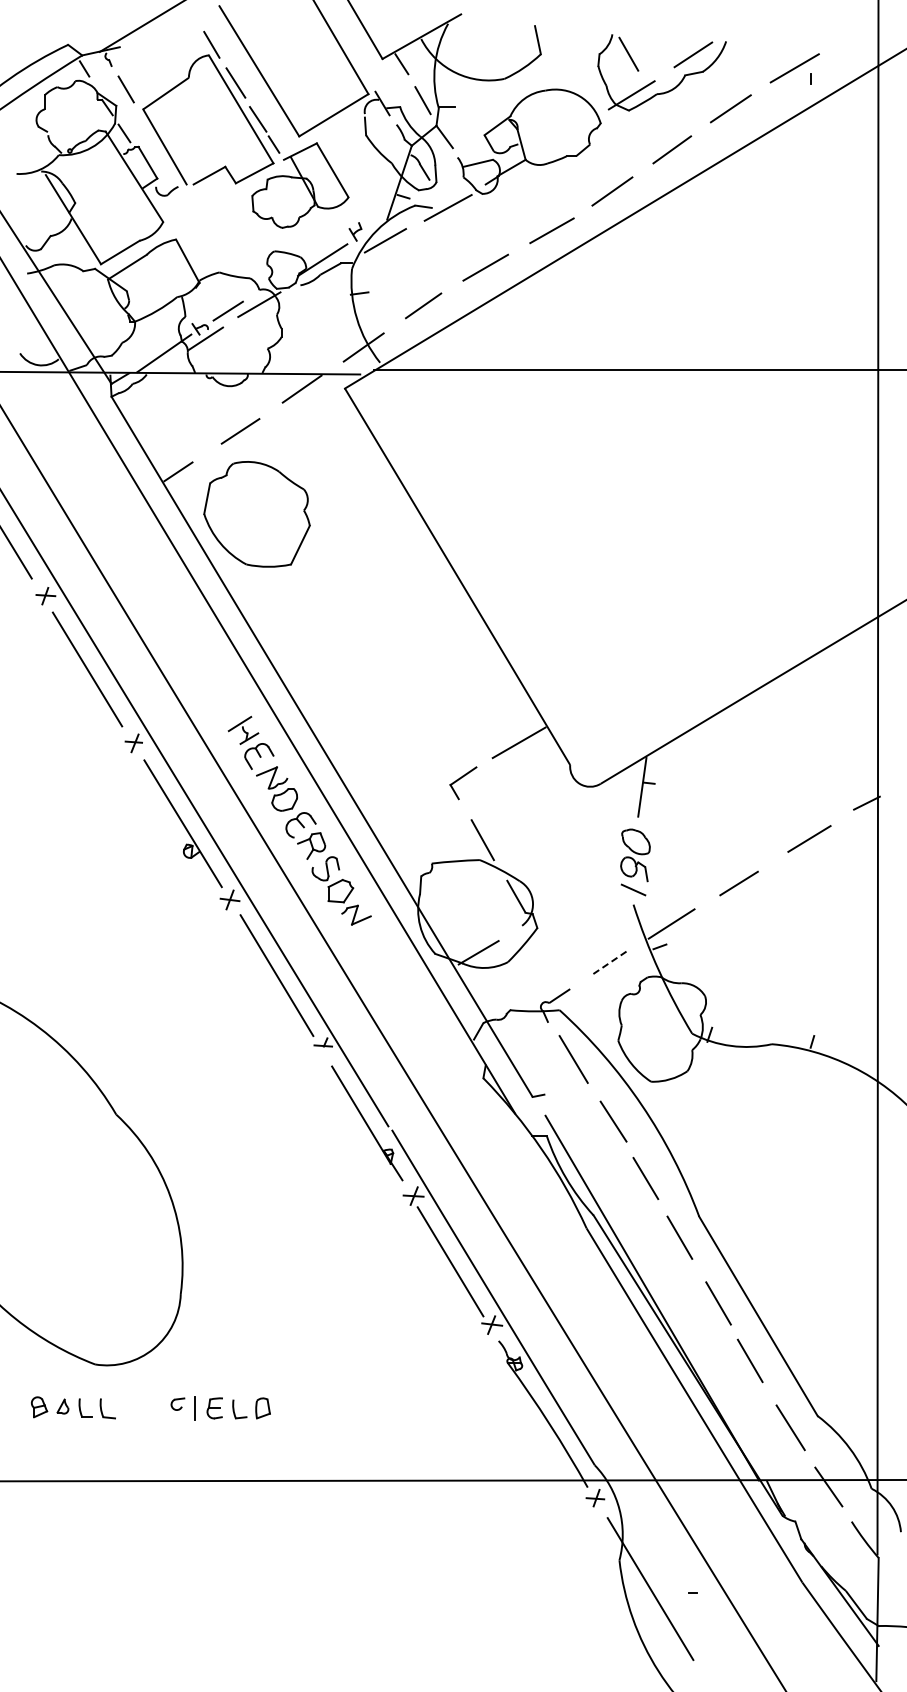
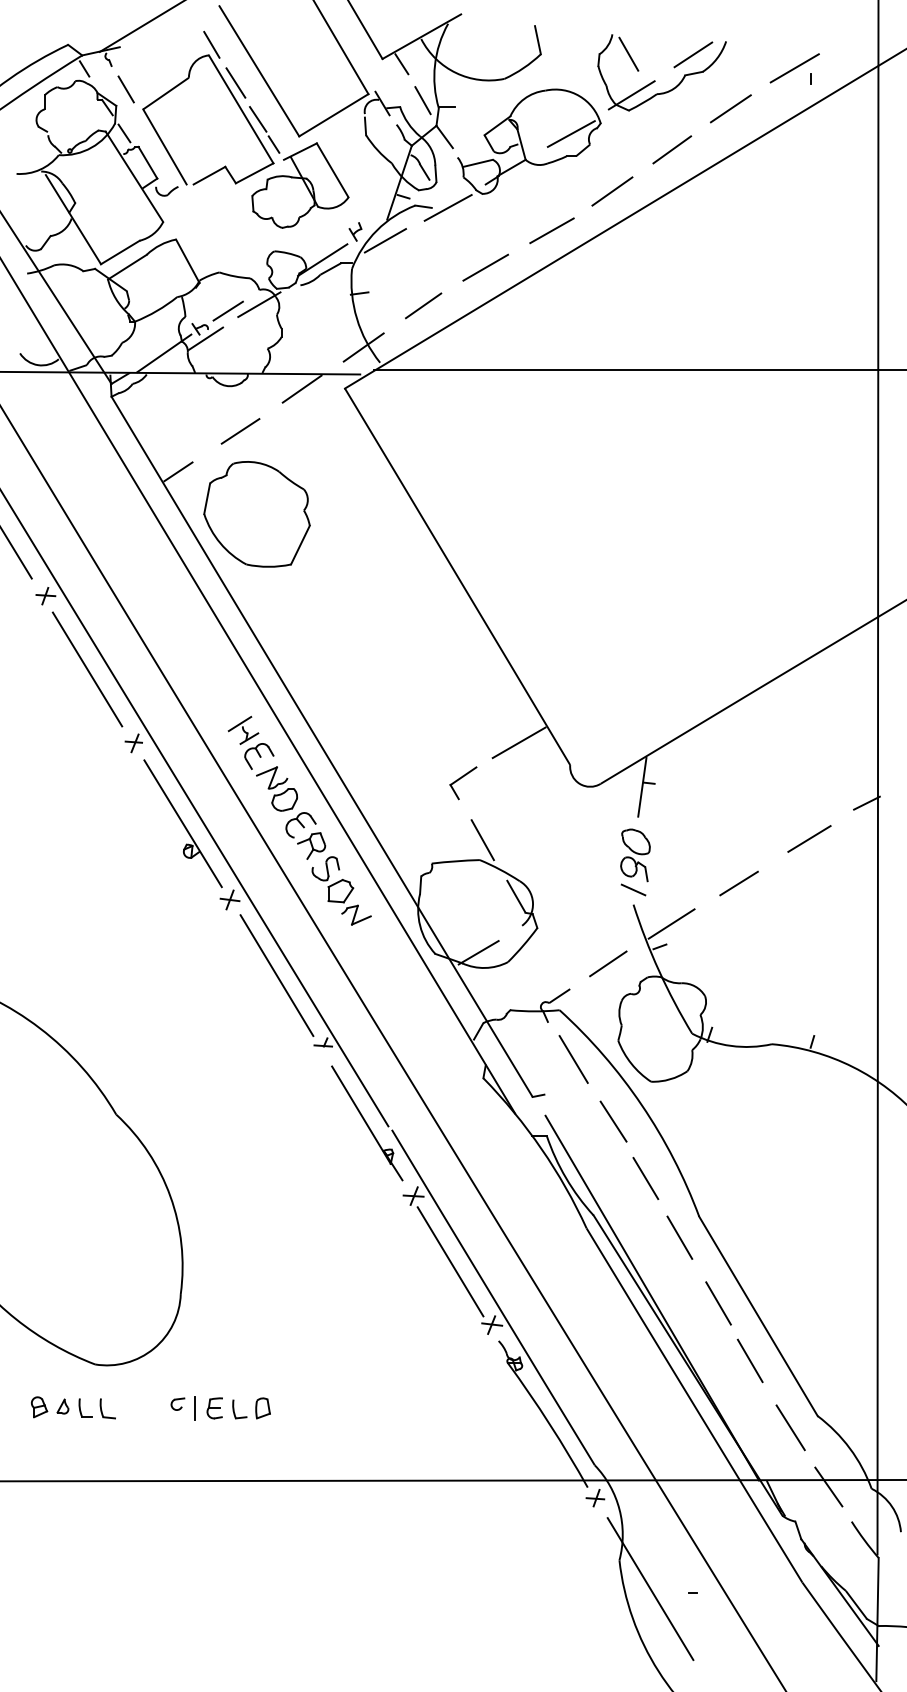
line at (570, 133): none -> present
line at (608, 963): dashed -> solid
